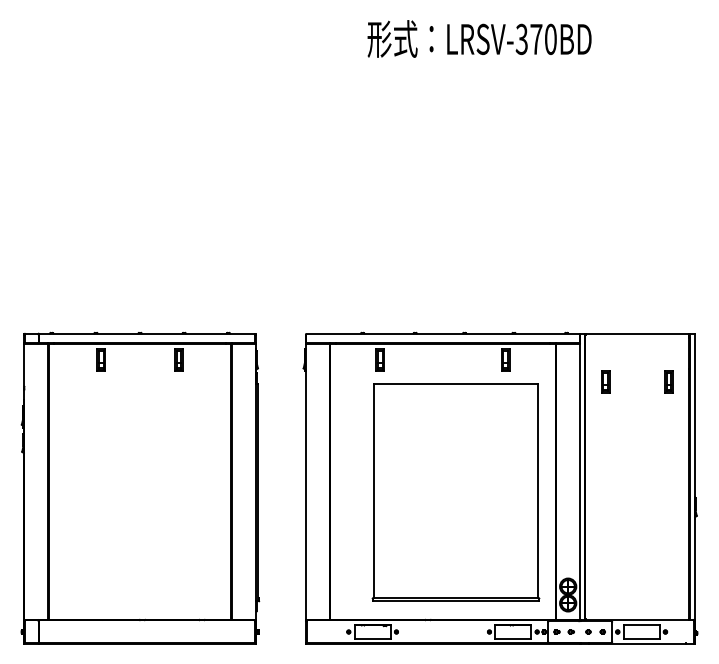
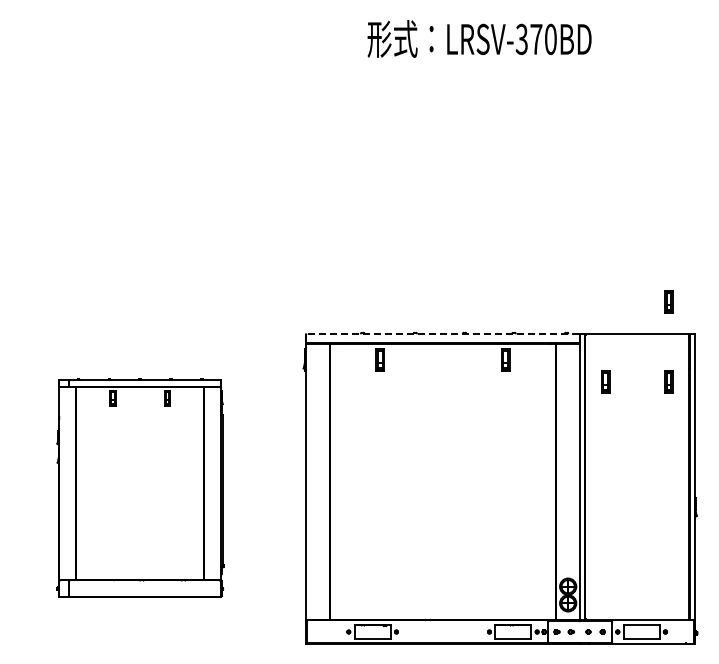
part at (668, 301): none -> present
line at (442, 333): solid -> dashed
part at (140, 487) size: 241x314 px -> 169x220 px
part at (455, 492): present -> none
